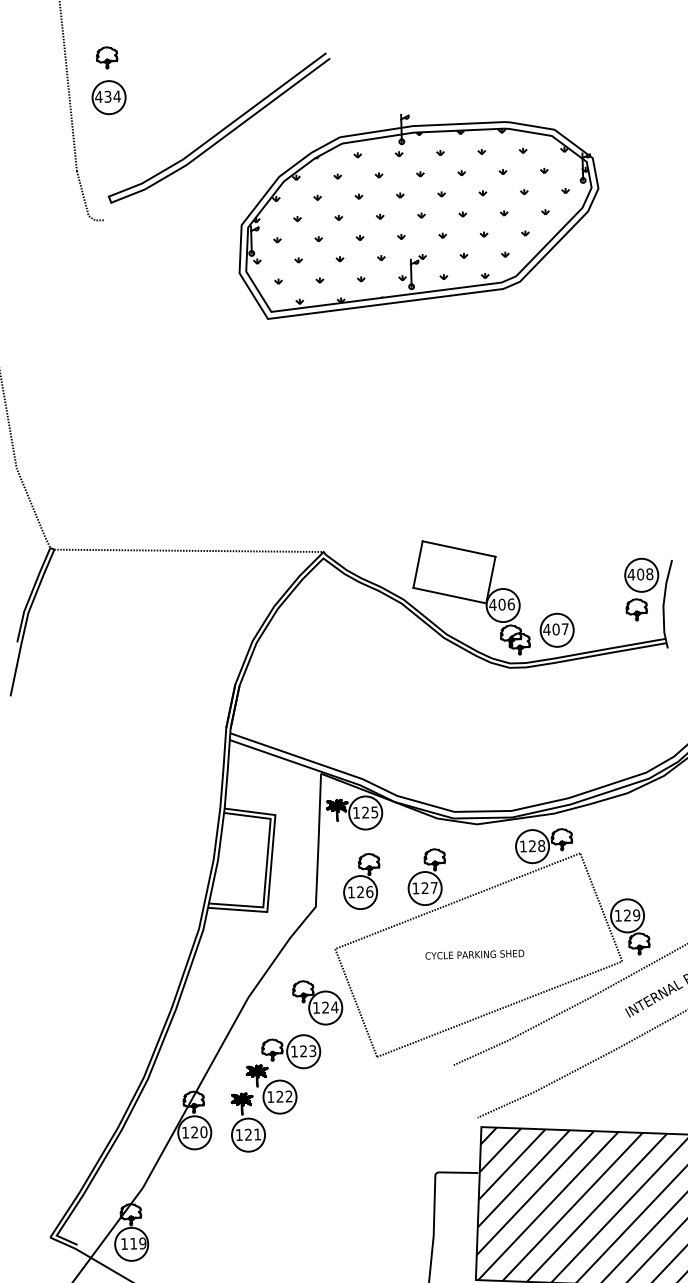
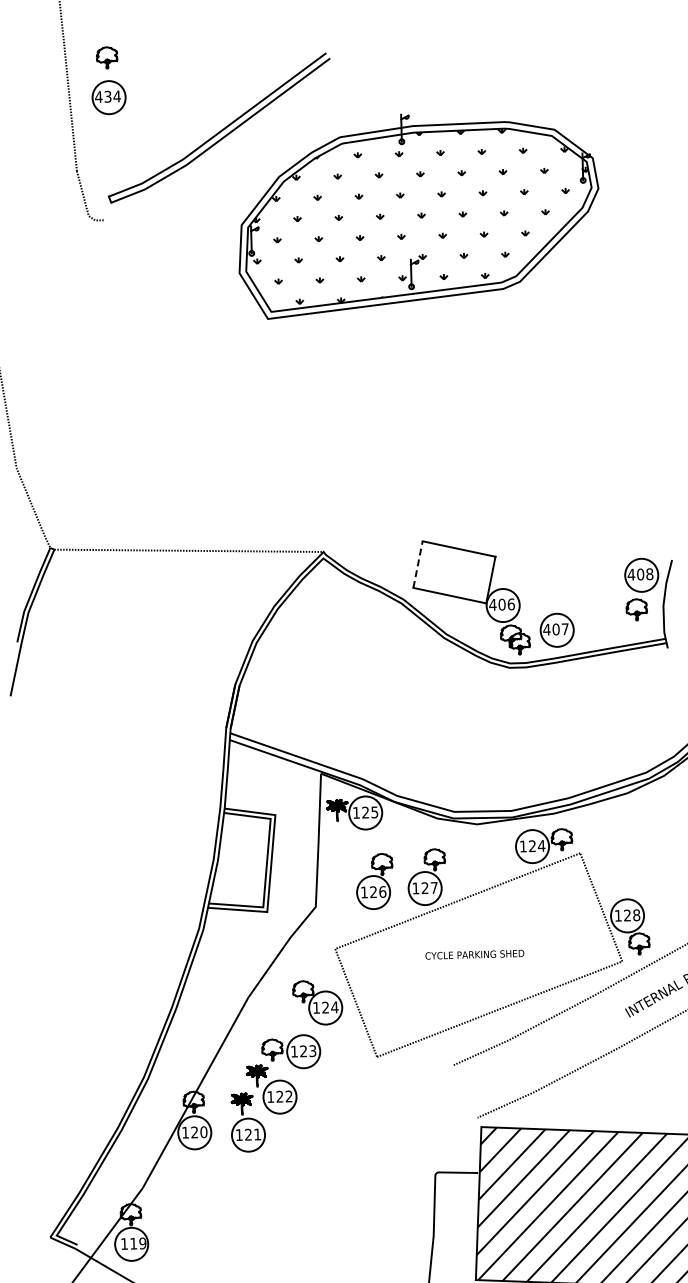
line at (418, 564): solid -> dashed
text at (541, 845): 128 -> 124
part at (361, 881) position: (361, 881) -> (374, 881)
text at (636, 915): 129 -> 128
